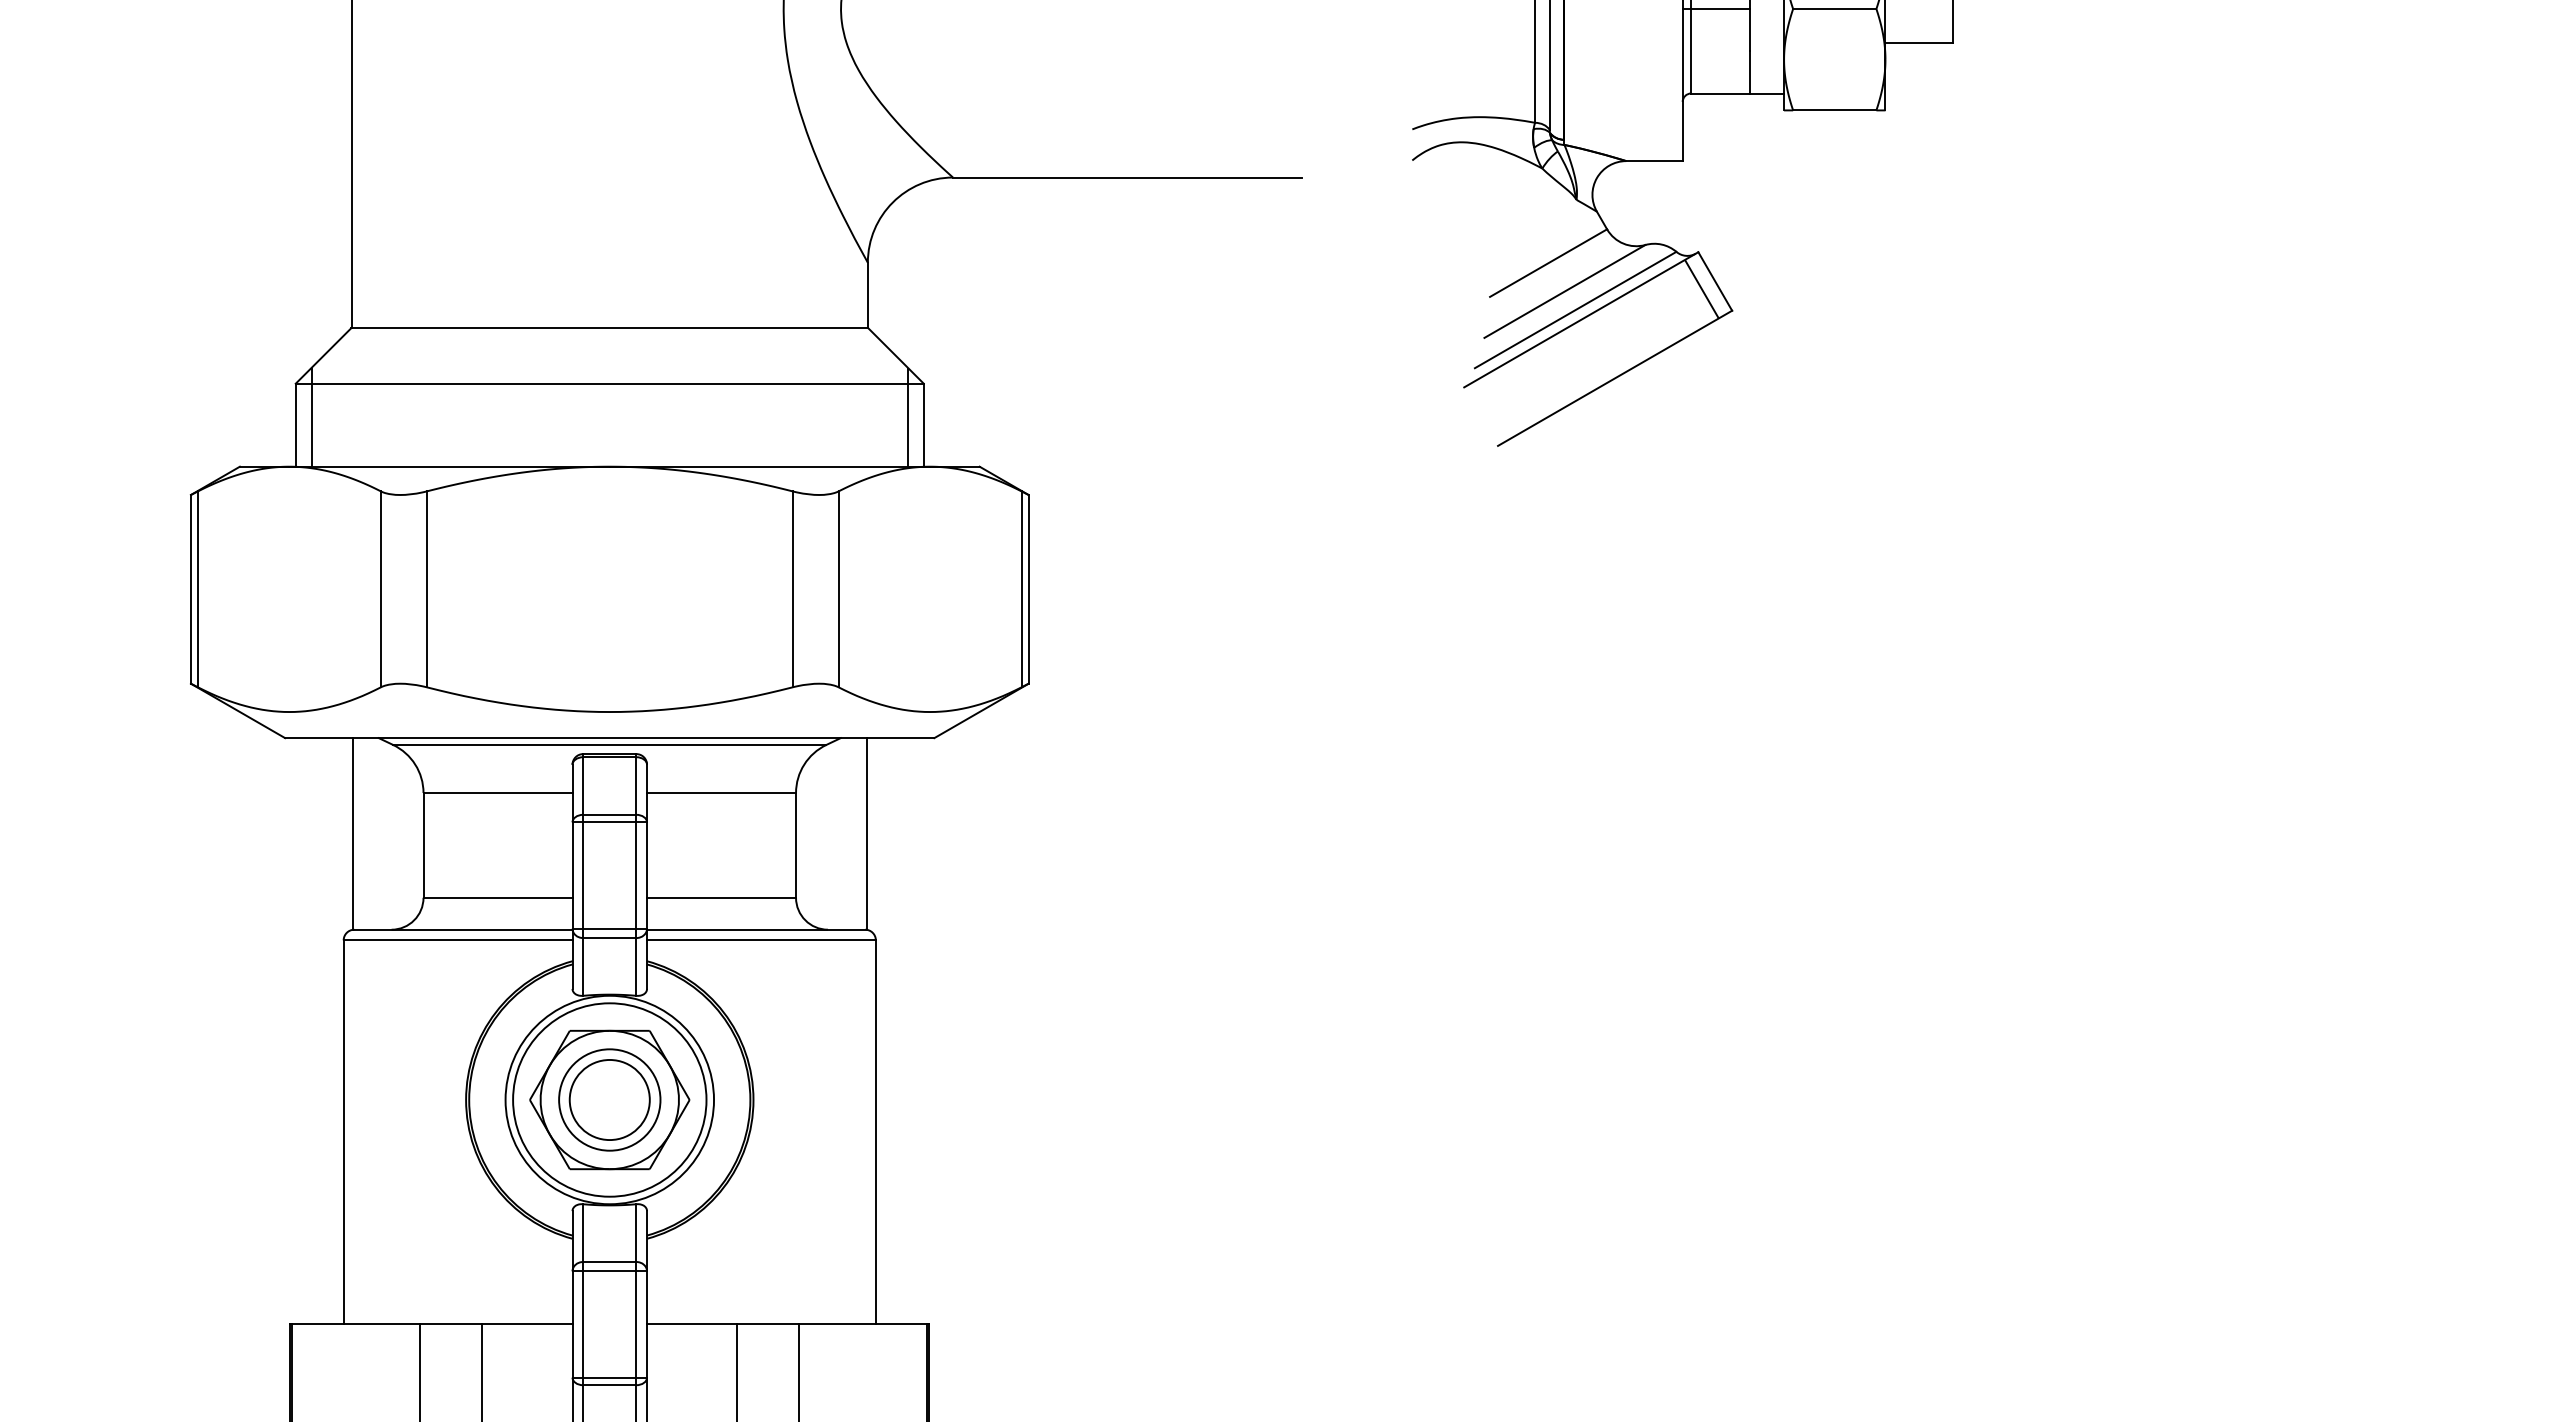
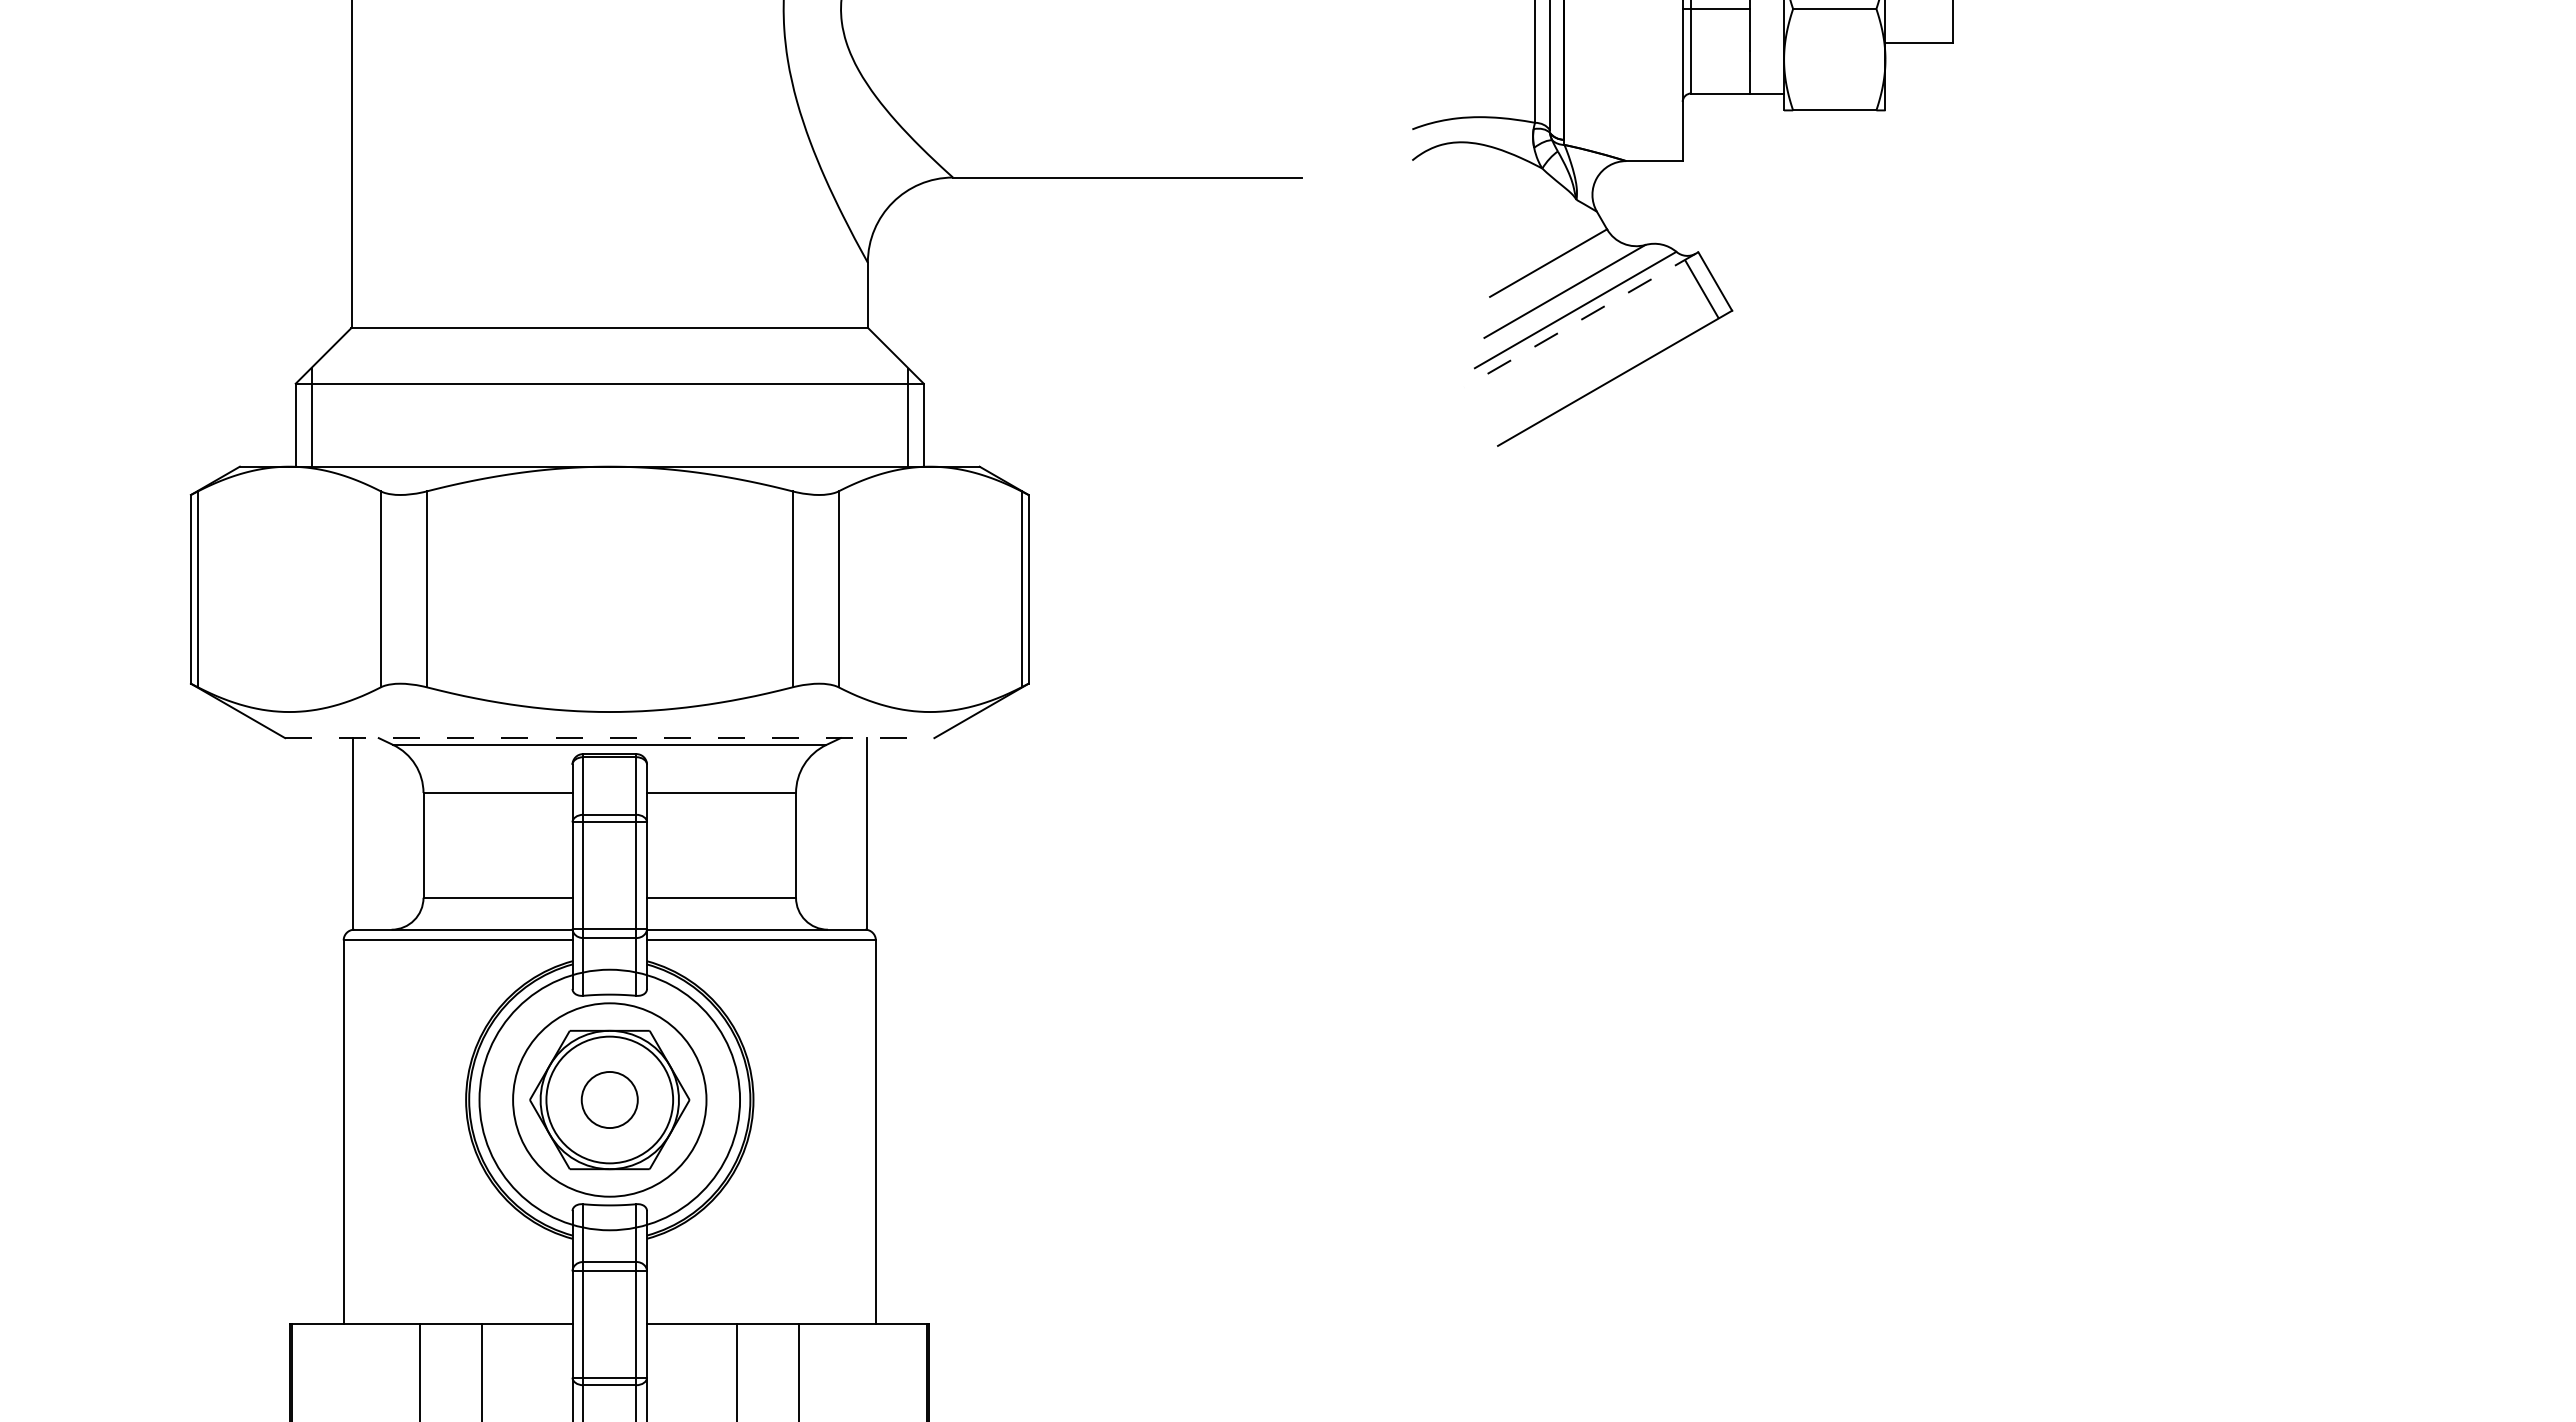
line at (1580, 320): solid -> dashed
line at (609, 738): solid -> dashed
circle at (609, 1099) diameter: 101 px -> 127 px
circle at (609, 1099) diameter: 208 px -> 261 px
circle at (609, 1099) diameter: 80 px -> 56 px
